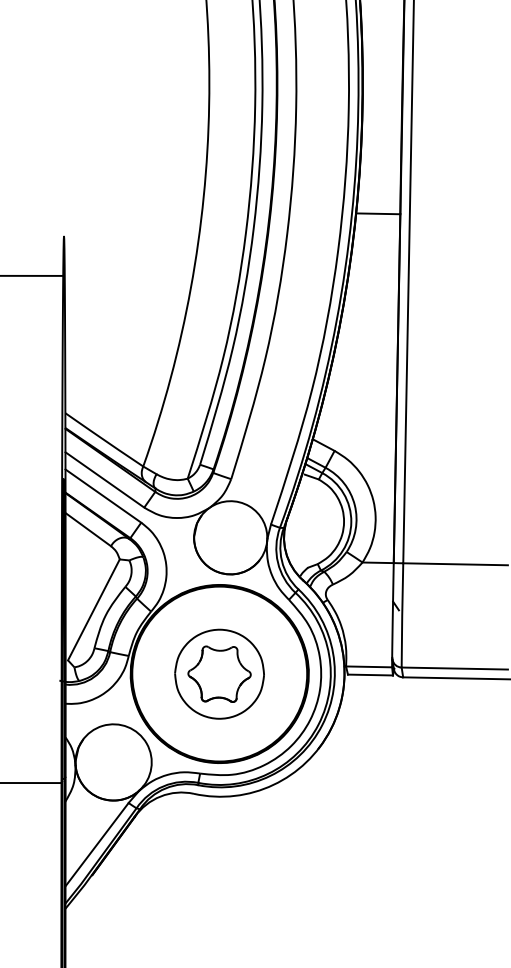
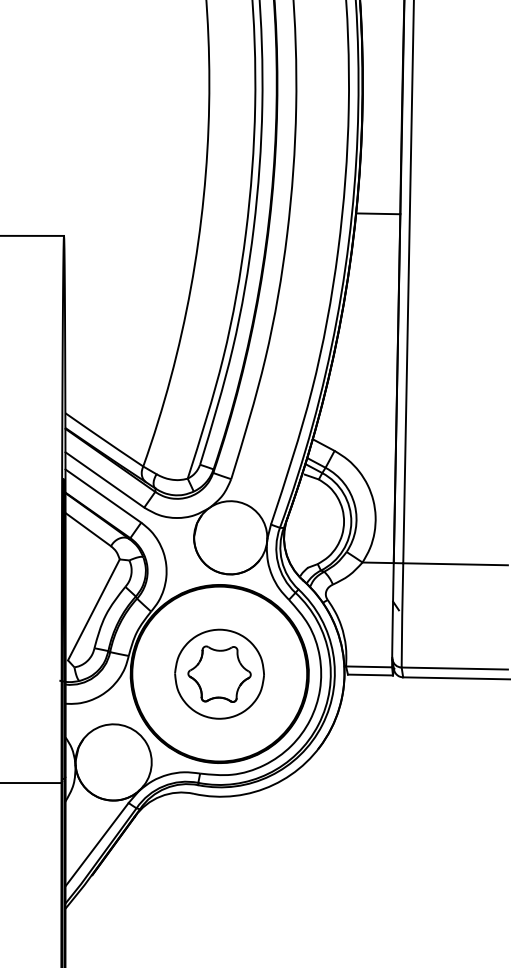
line at (33, 275) position: (33, 275) -> (33, 235)
